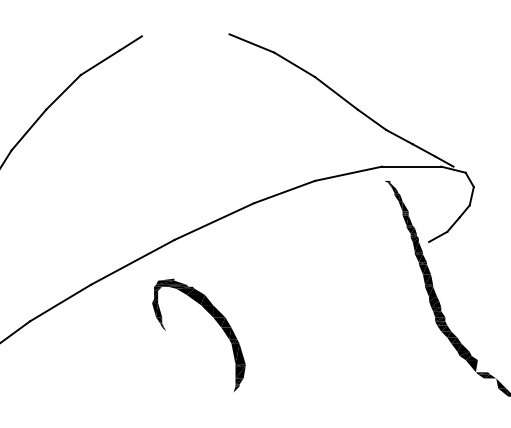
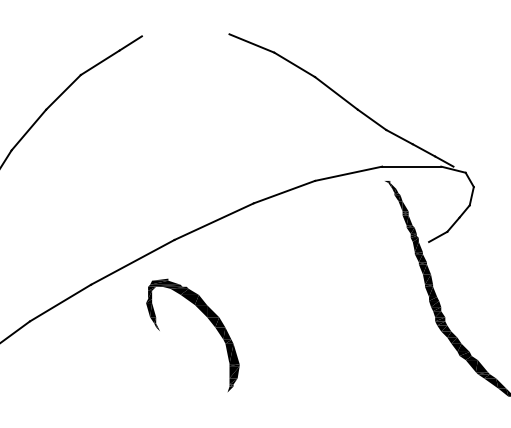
part at (214, 319) position: (214, 319) -> (208, 319)
fill at (481, 366): none -> present
fill at (491, 383): none -> present
